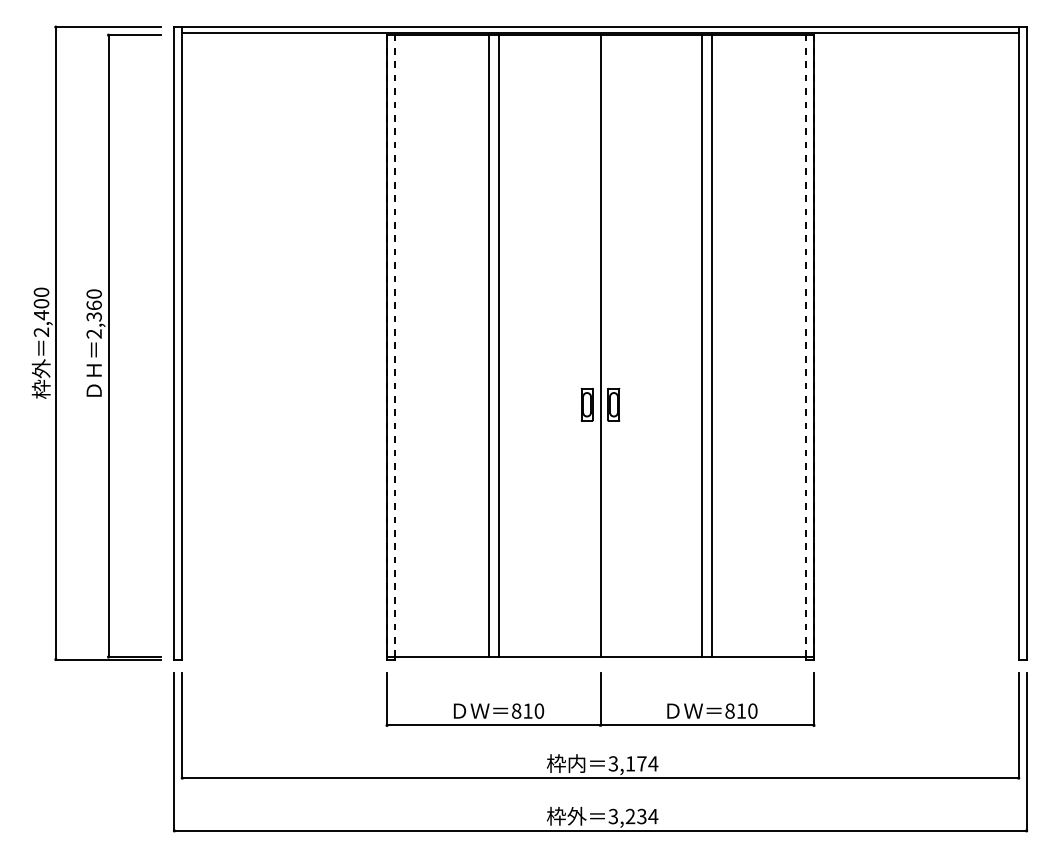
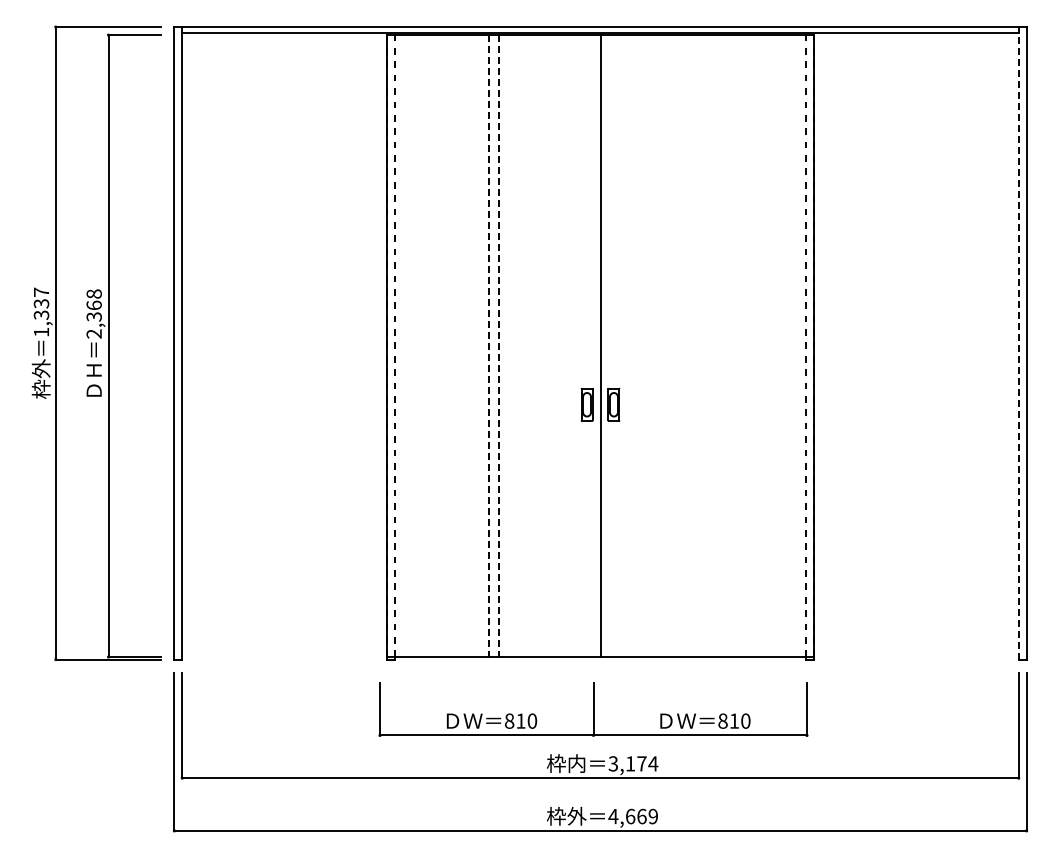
text at (94, 293): 2,360 -> 2,368
text at (41, 311): 2,400 -> 1,337
line at (1018, 342): solid -> dashed
line at (488, 346): solid -> dashed
line at (498, 346): solid -> dashed
line at (702, 346): present -> none
line at (712, 346): present -> none
part at (600, 699) position: (600, 699) -> (593, 709)
text at (633, 816): 3,234 -> 4,669
